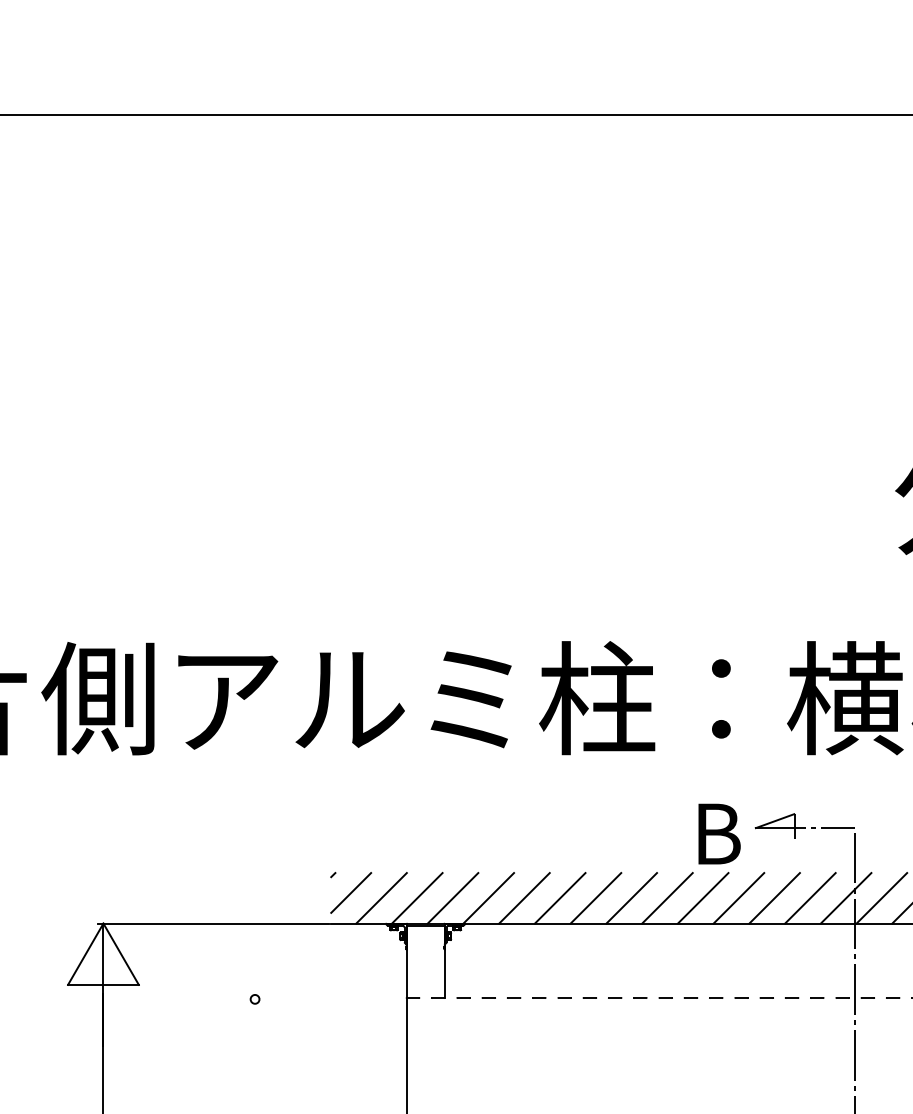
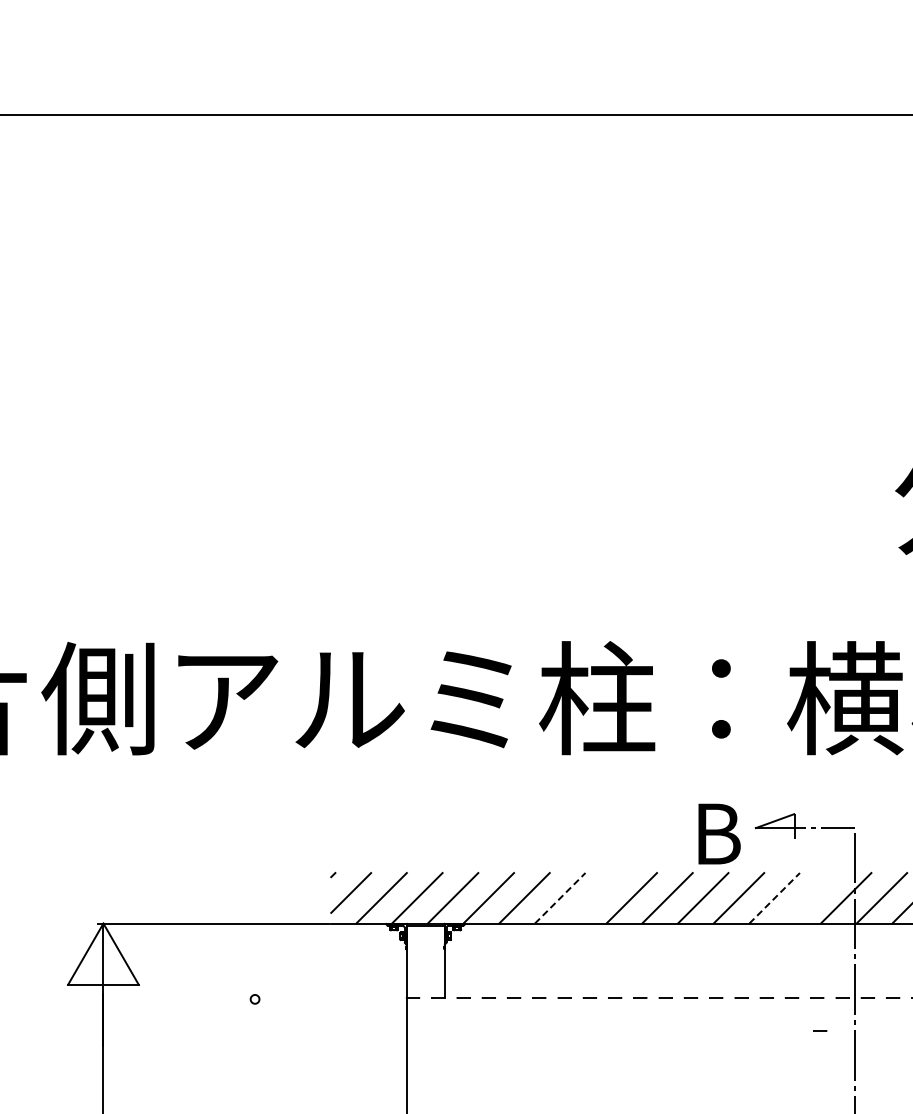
line at (560, 898): solid -> dashed
line at (595, 898): present -> none
line at (774, 898): solid -> dashed
line at (810, 898): present -> none
line at (820, 1030): none -> present
